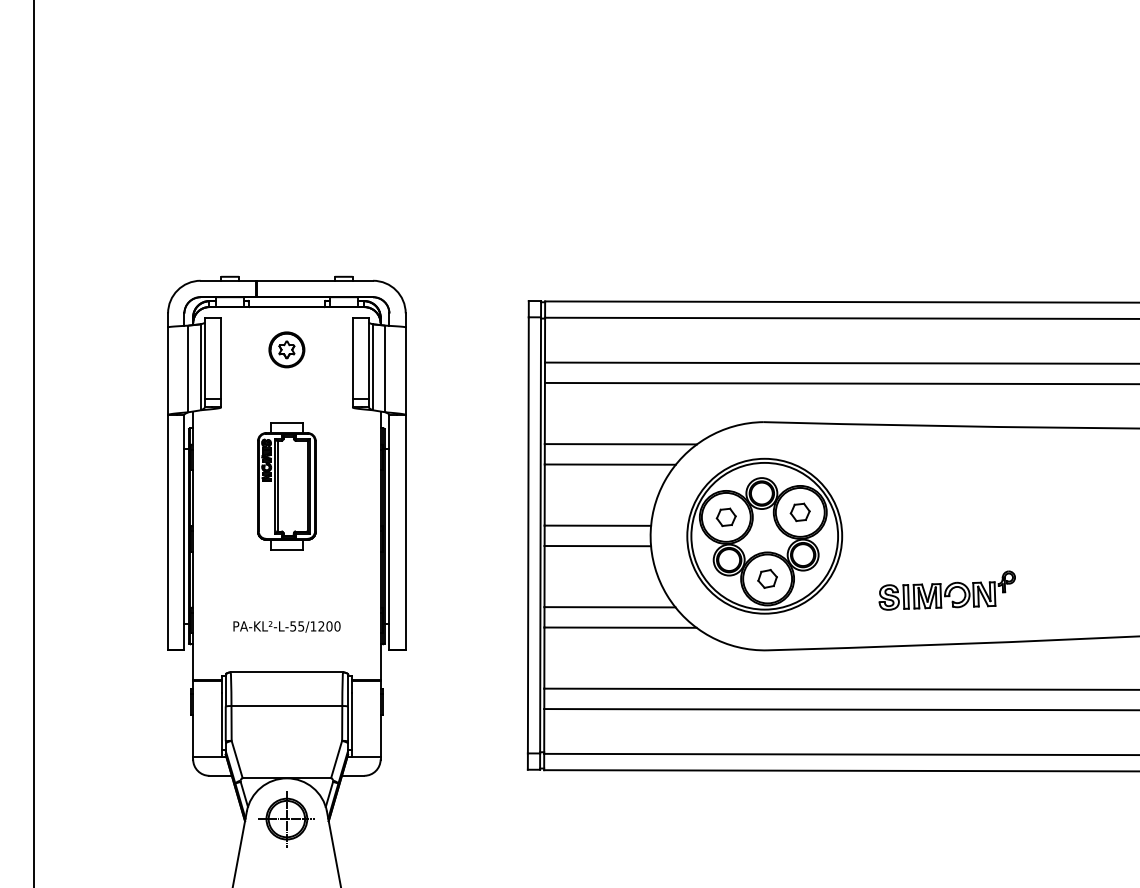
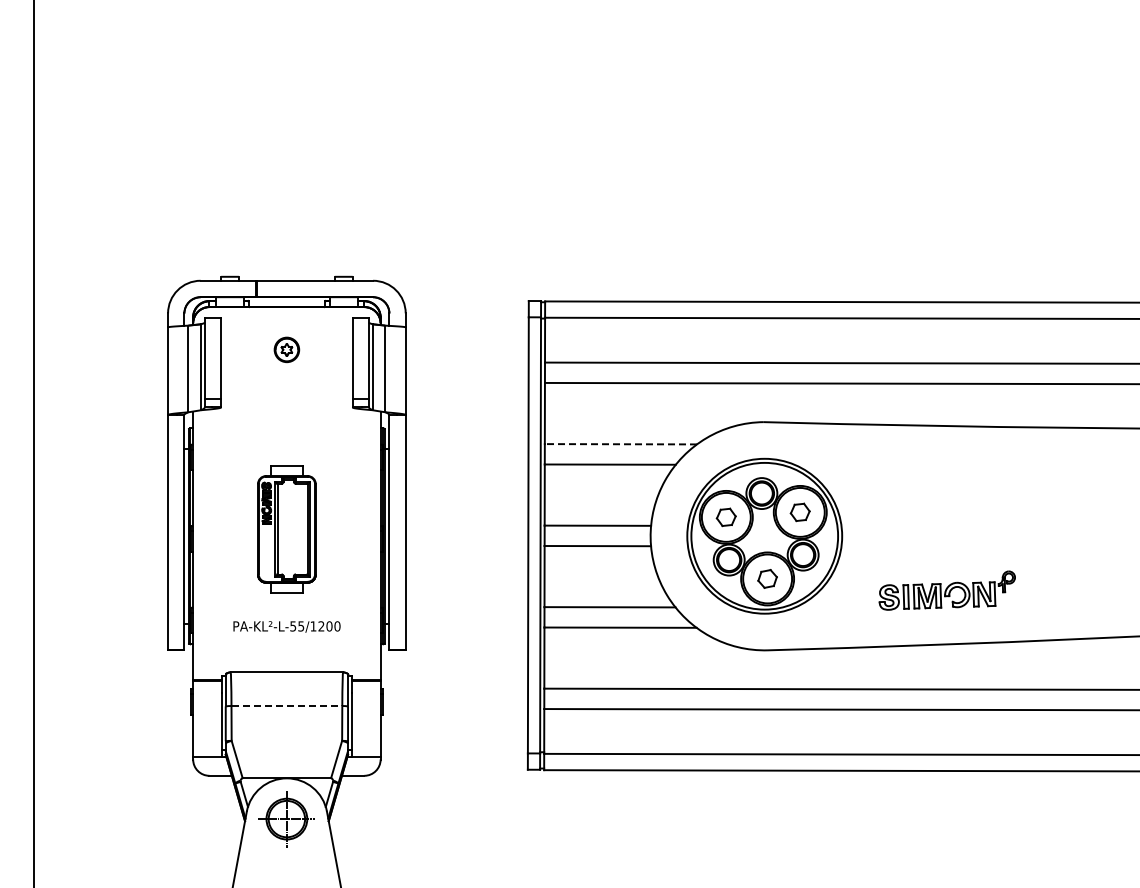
part at (286, 349) size: 38x38 px -> 28x28 px
line at (620, 444): solid -> dashed
part at (286, 486) position: (286, 486) -> (286, 529)
line at (287, 705): solid -> dashed
